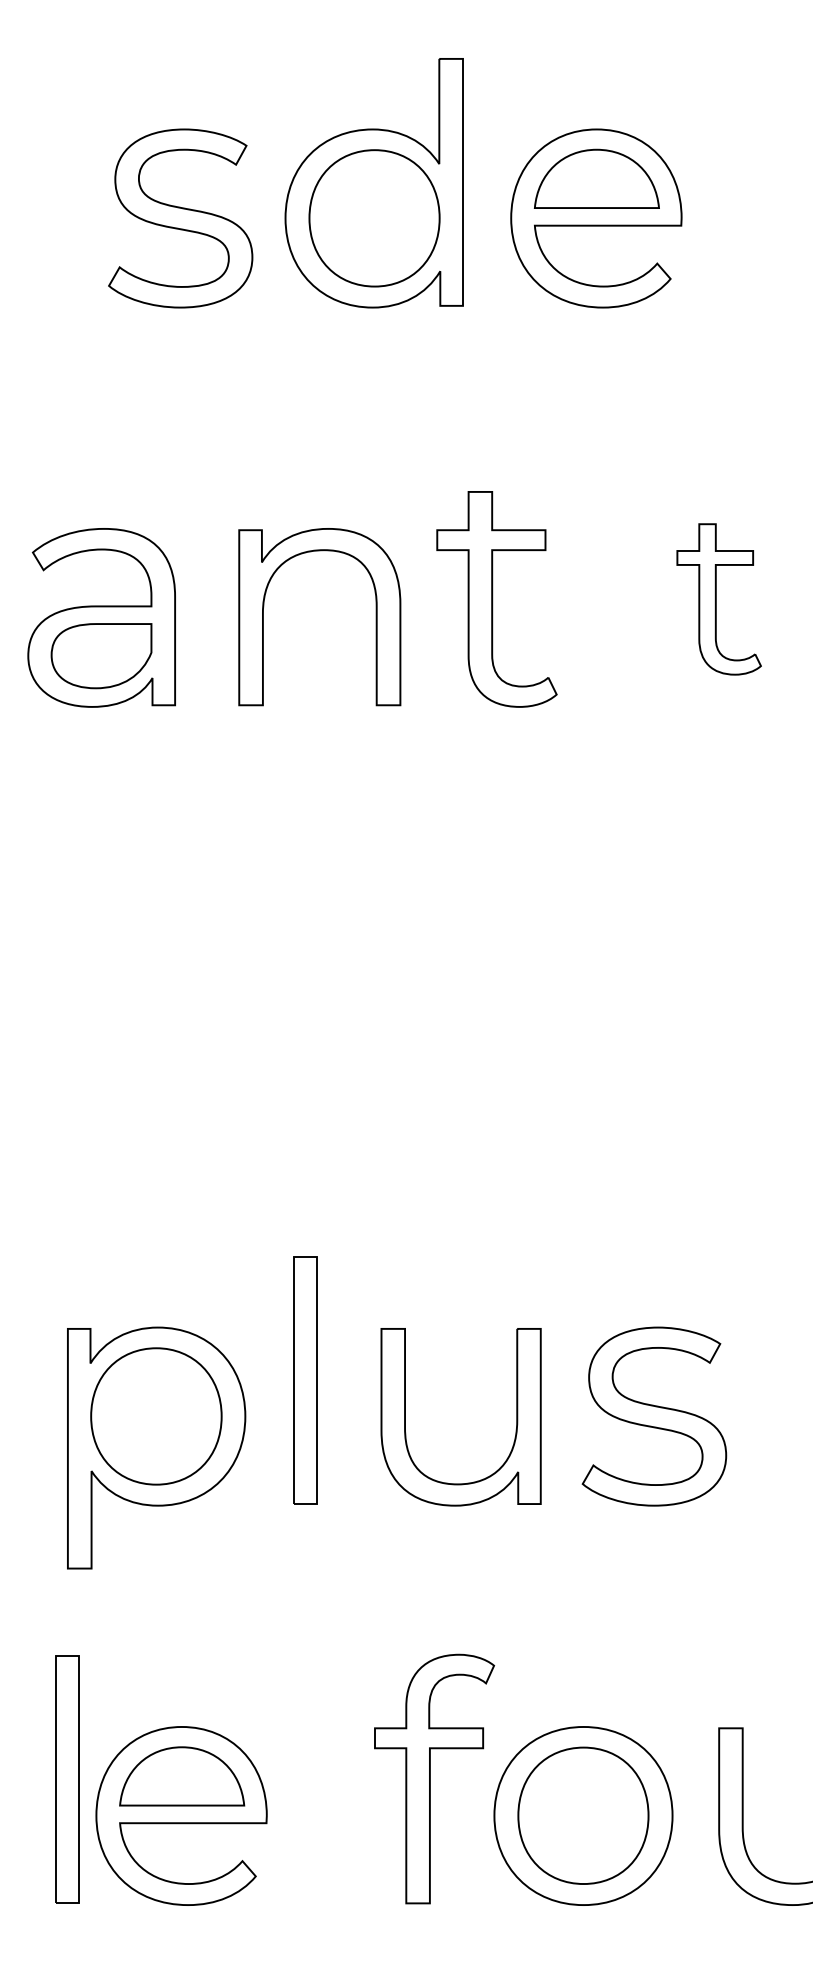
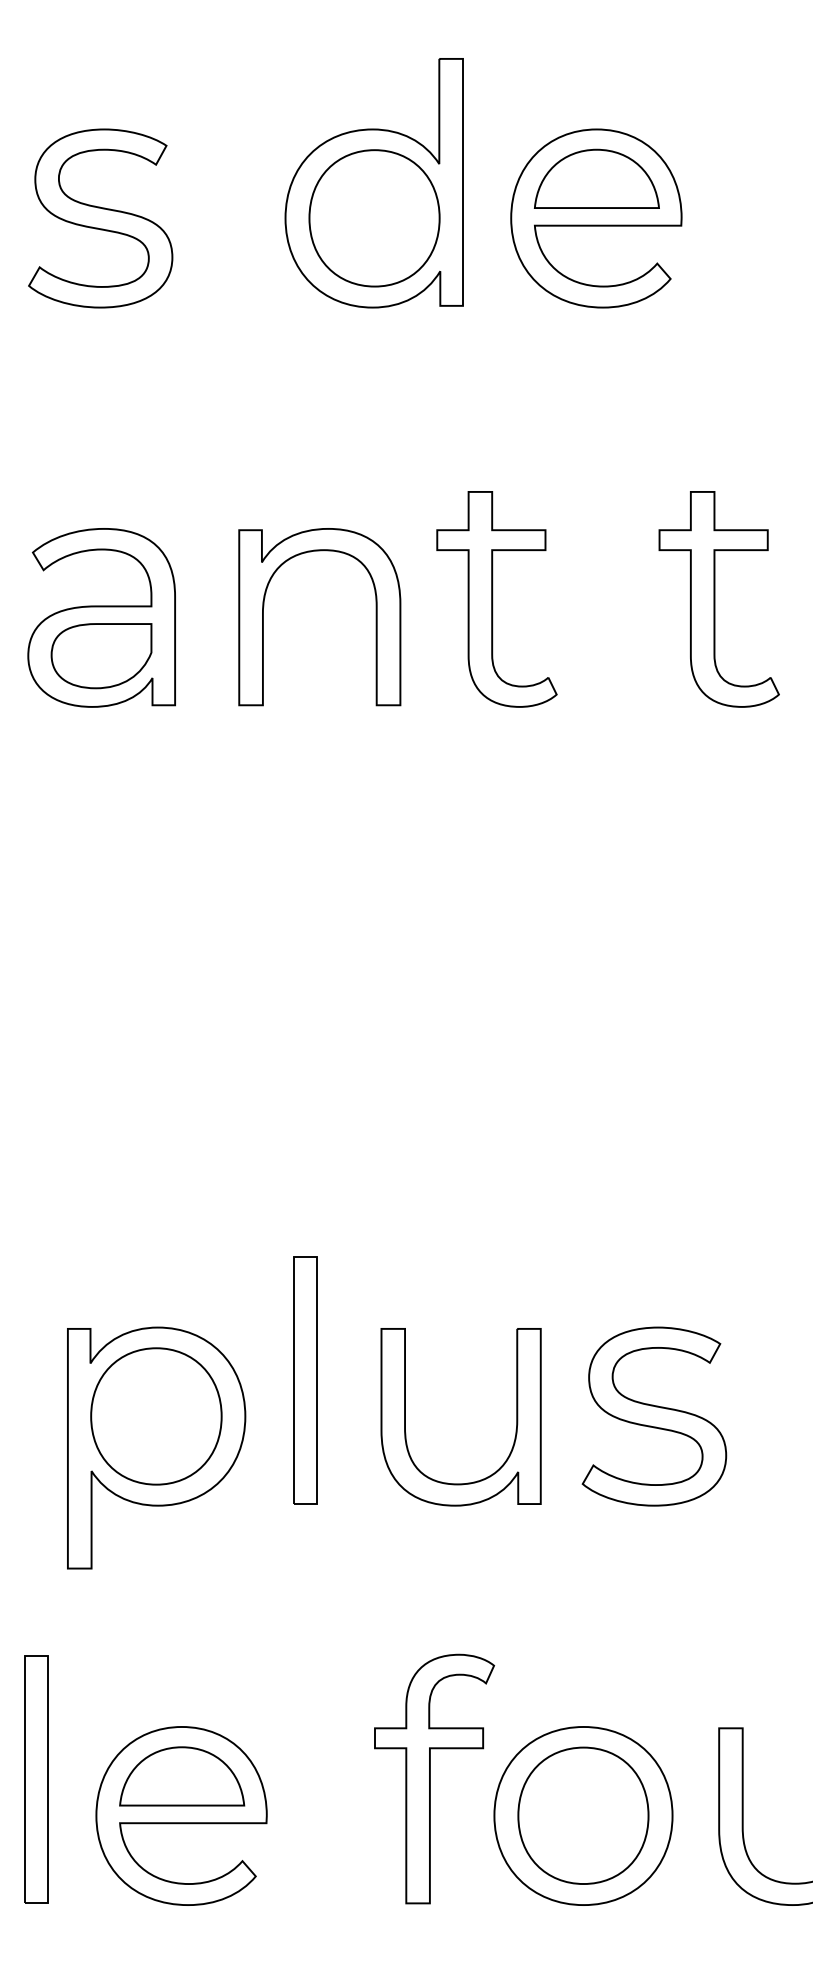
part at (180, 218) position: (180, 218) -> (100, 218)
part at (718, 599) size: 86x153 px -> 122x217 px
part at (67, 1779) position: (67, 1779) -> (36, 1779)
